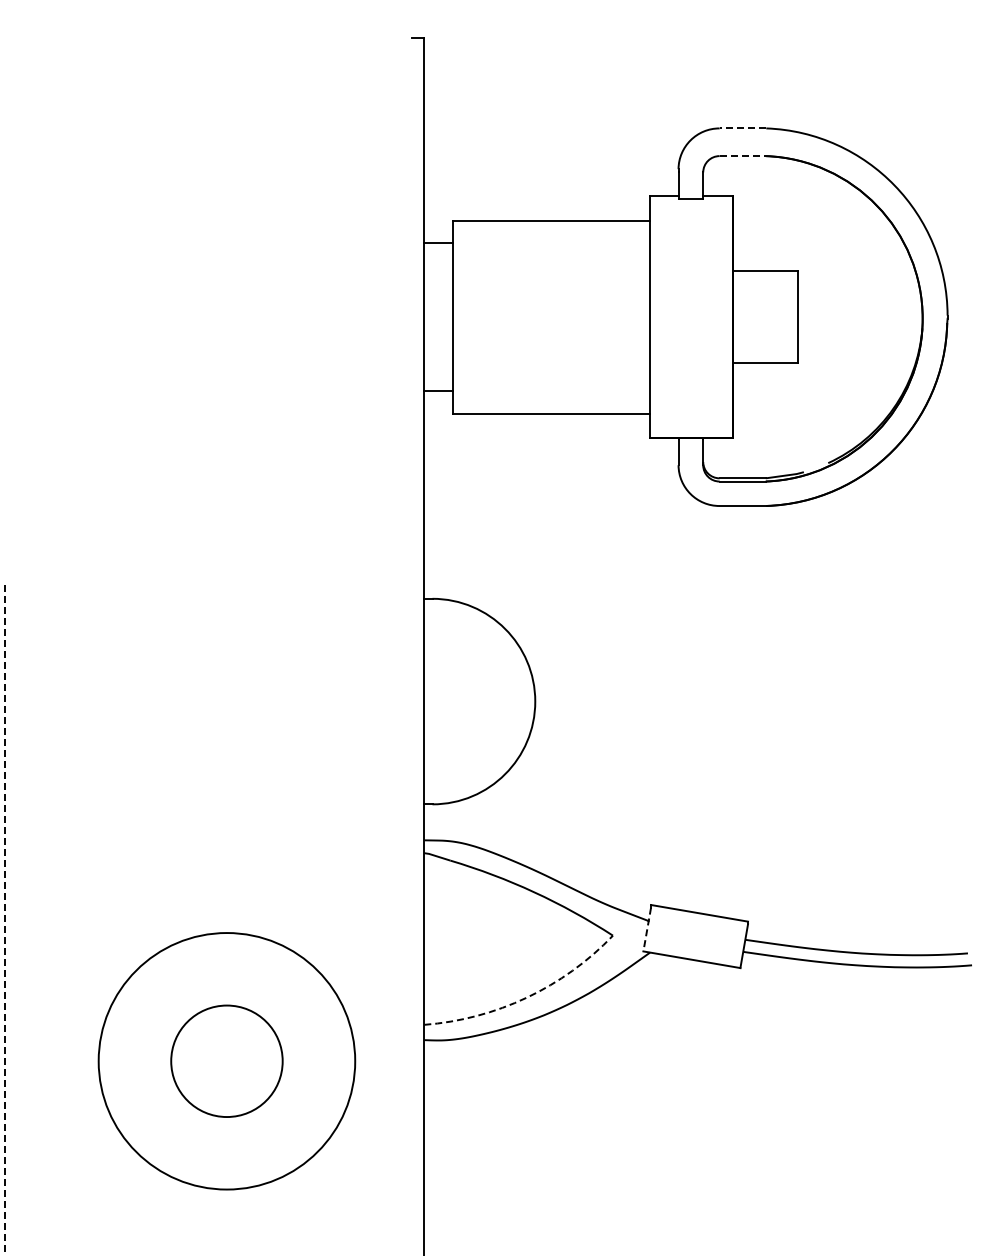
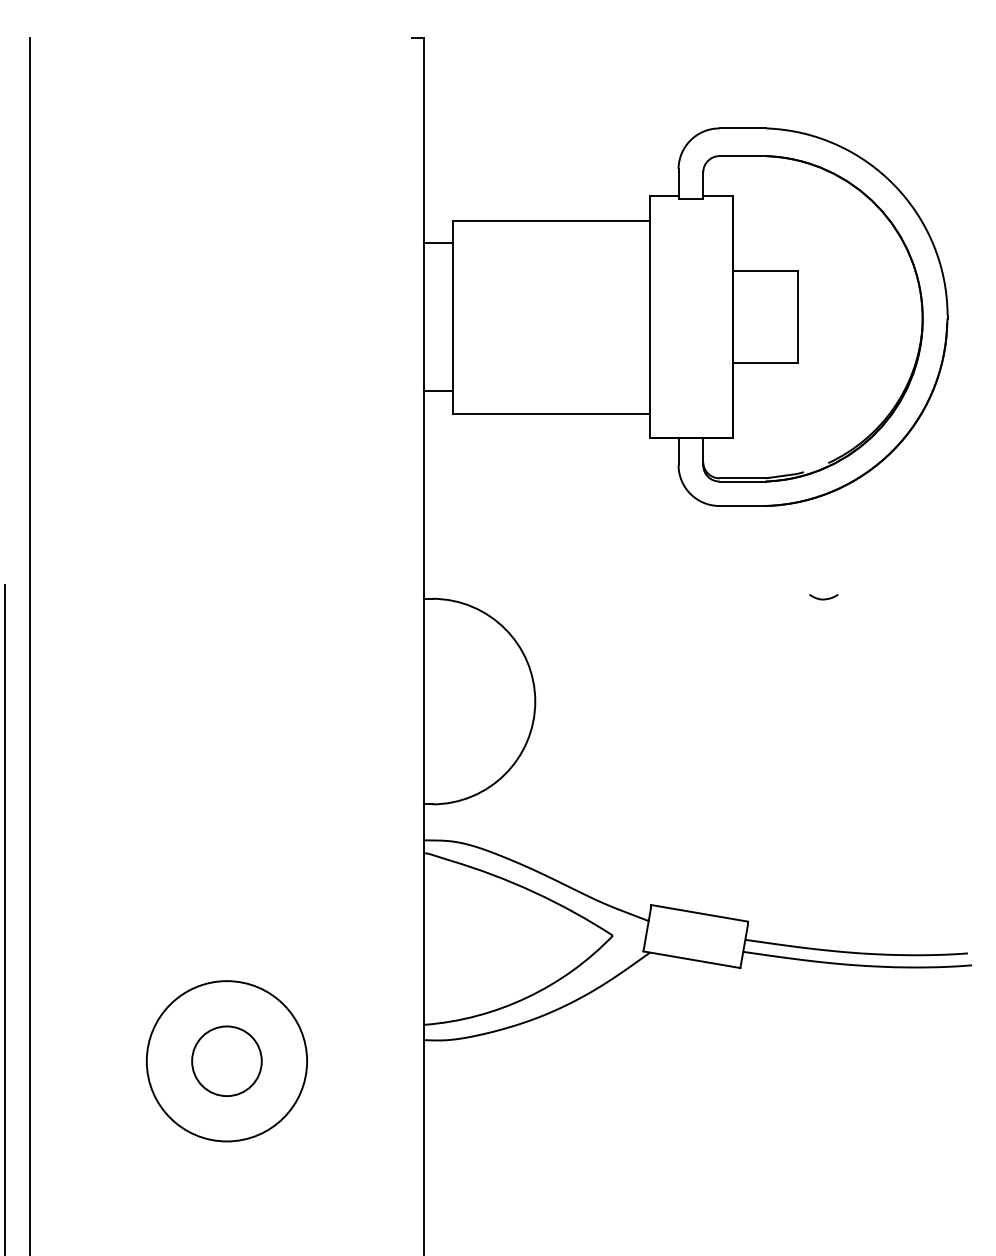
line at (742, 128): dashed -> solid
line at (743, 156): dashed -> solid
curve at (823, 598): none -> present
line at (29, 644): none -> present
line at (4, 920): dashed -> solid
line at (647, 930): dashed -> solid
arc at (526, 997): dashed -> solid
circle at (226, 1061) diameter: 111 px -> 70 px
circle at (226, 1061) diameter: 257 px -> 160 px
